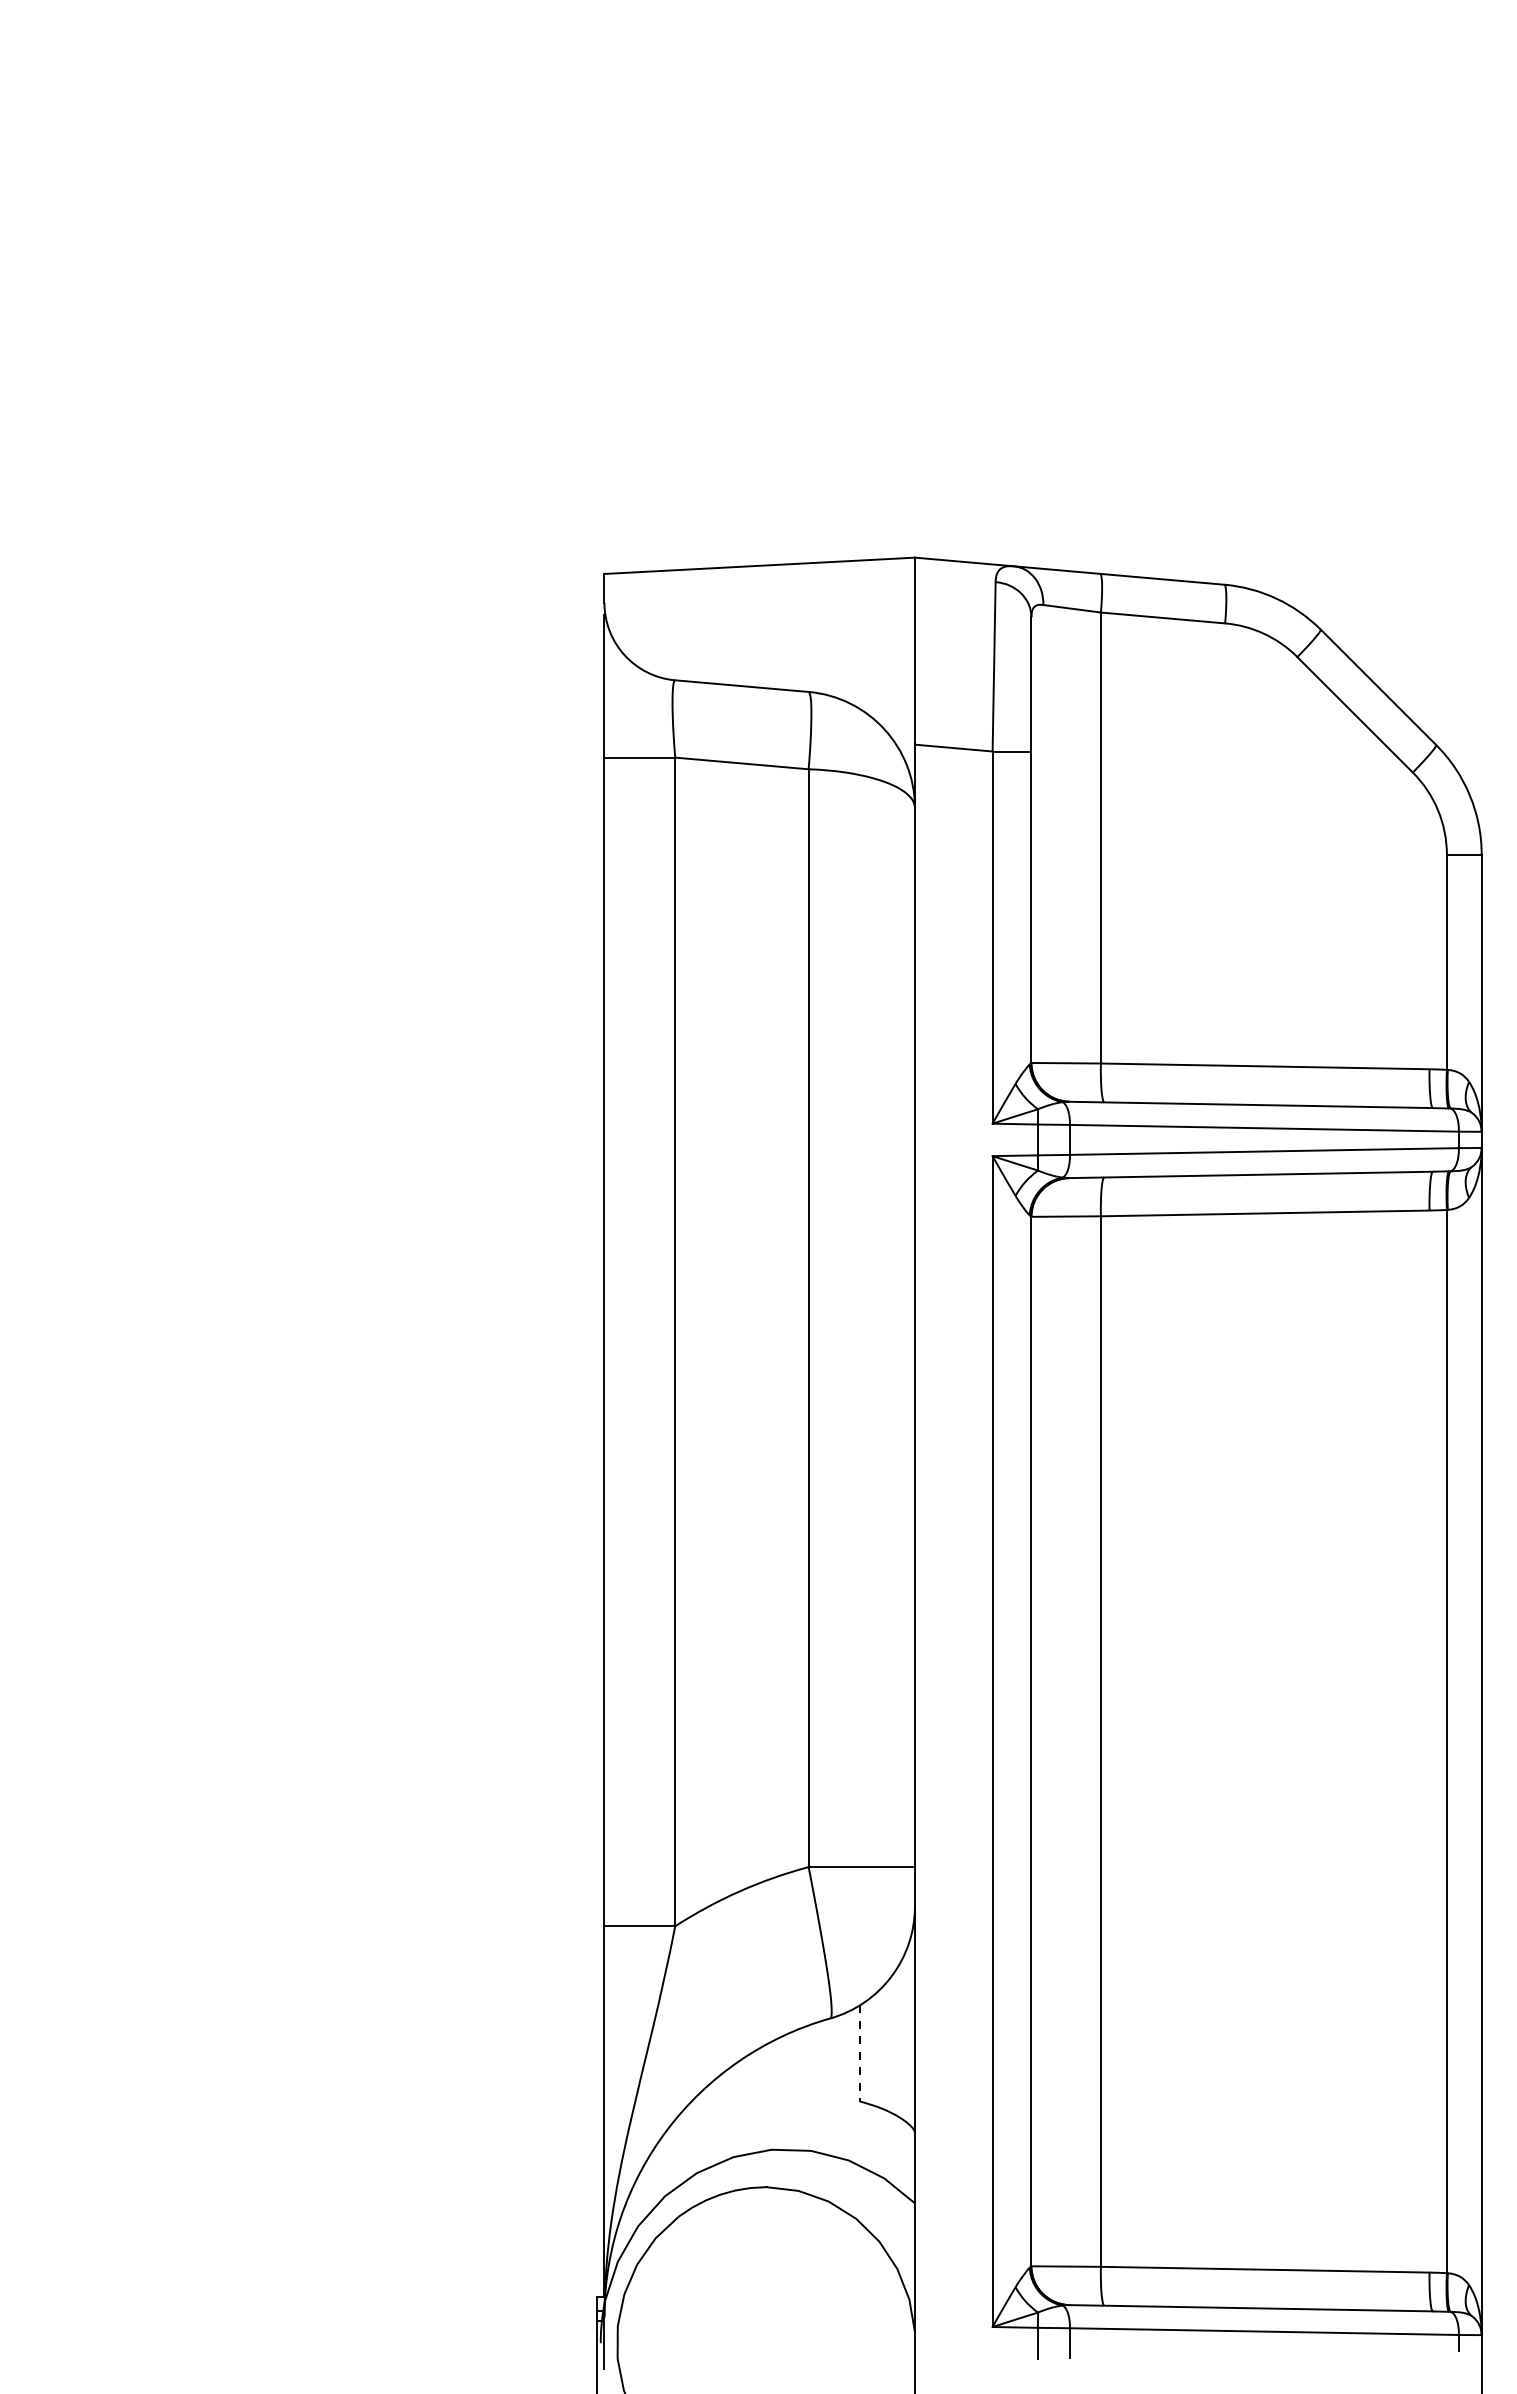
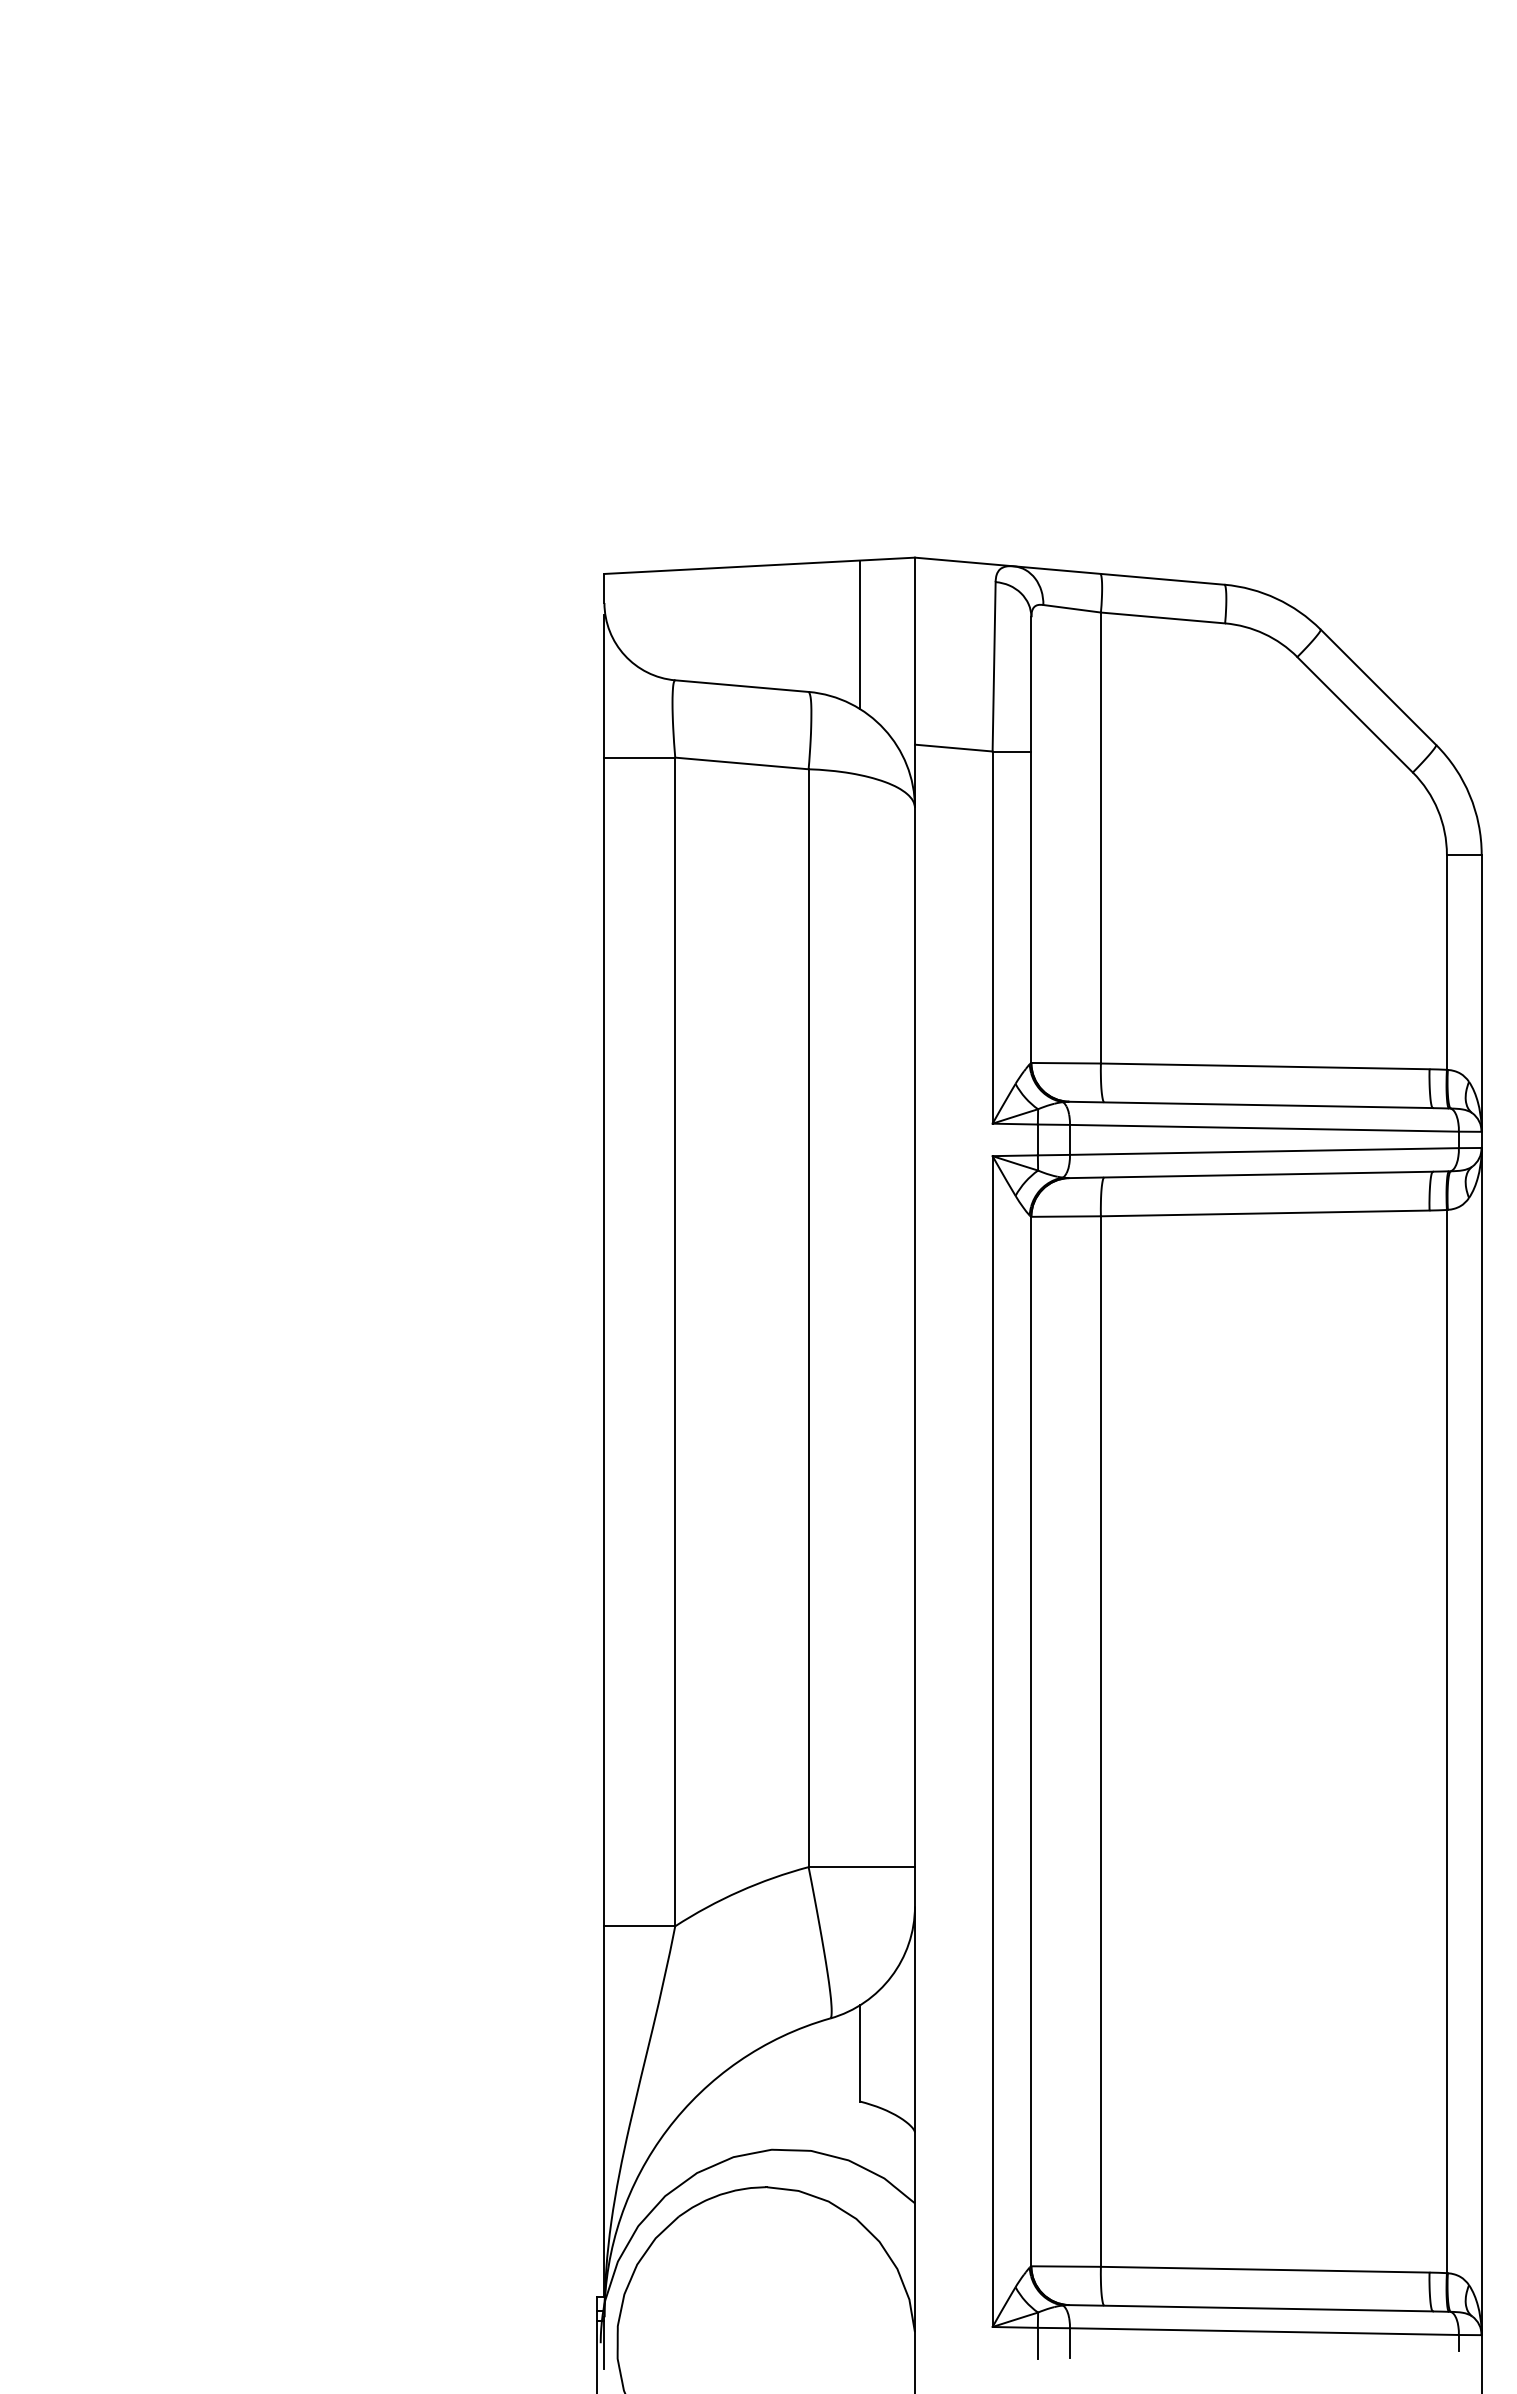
line at (860, 634): none -> present
line at (860, 2053): dashed -> solid
